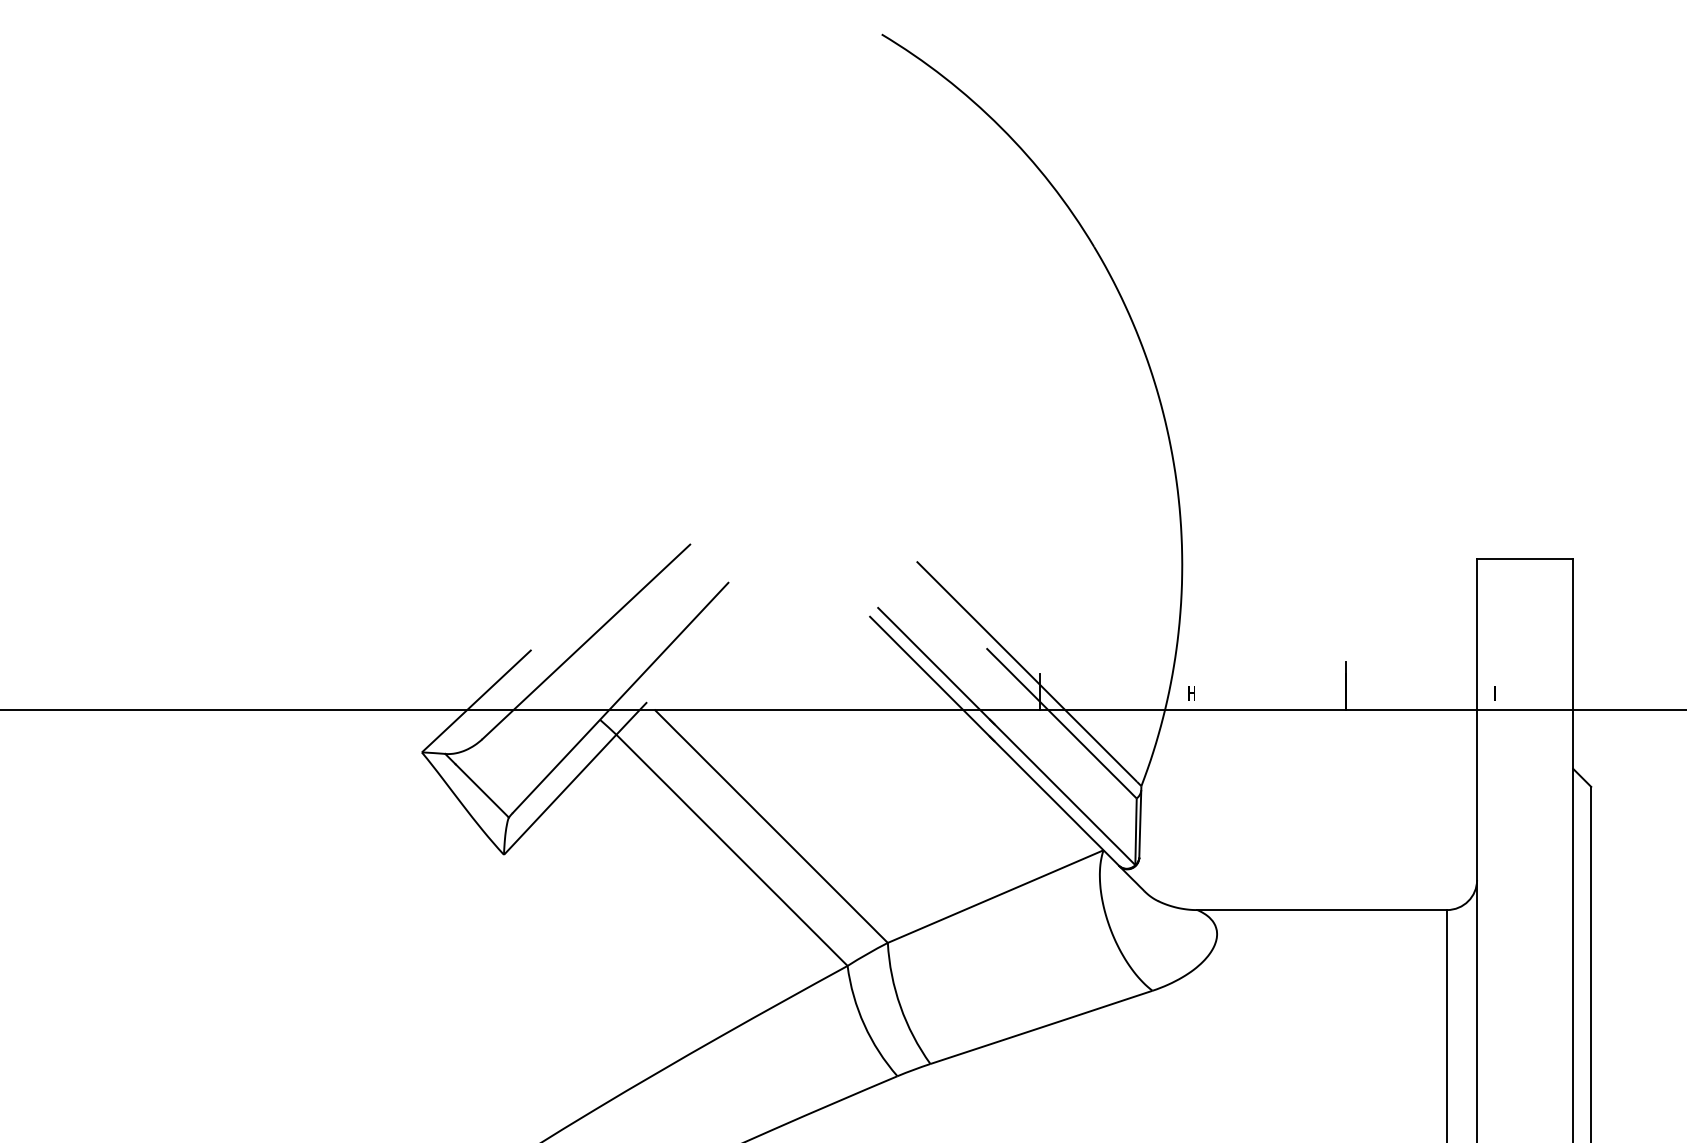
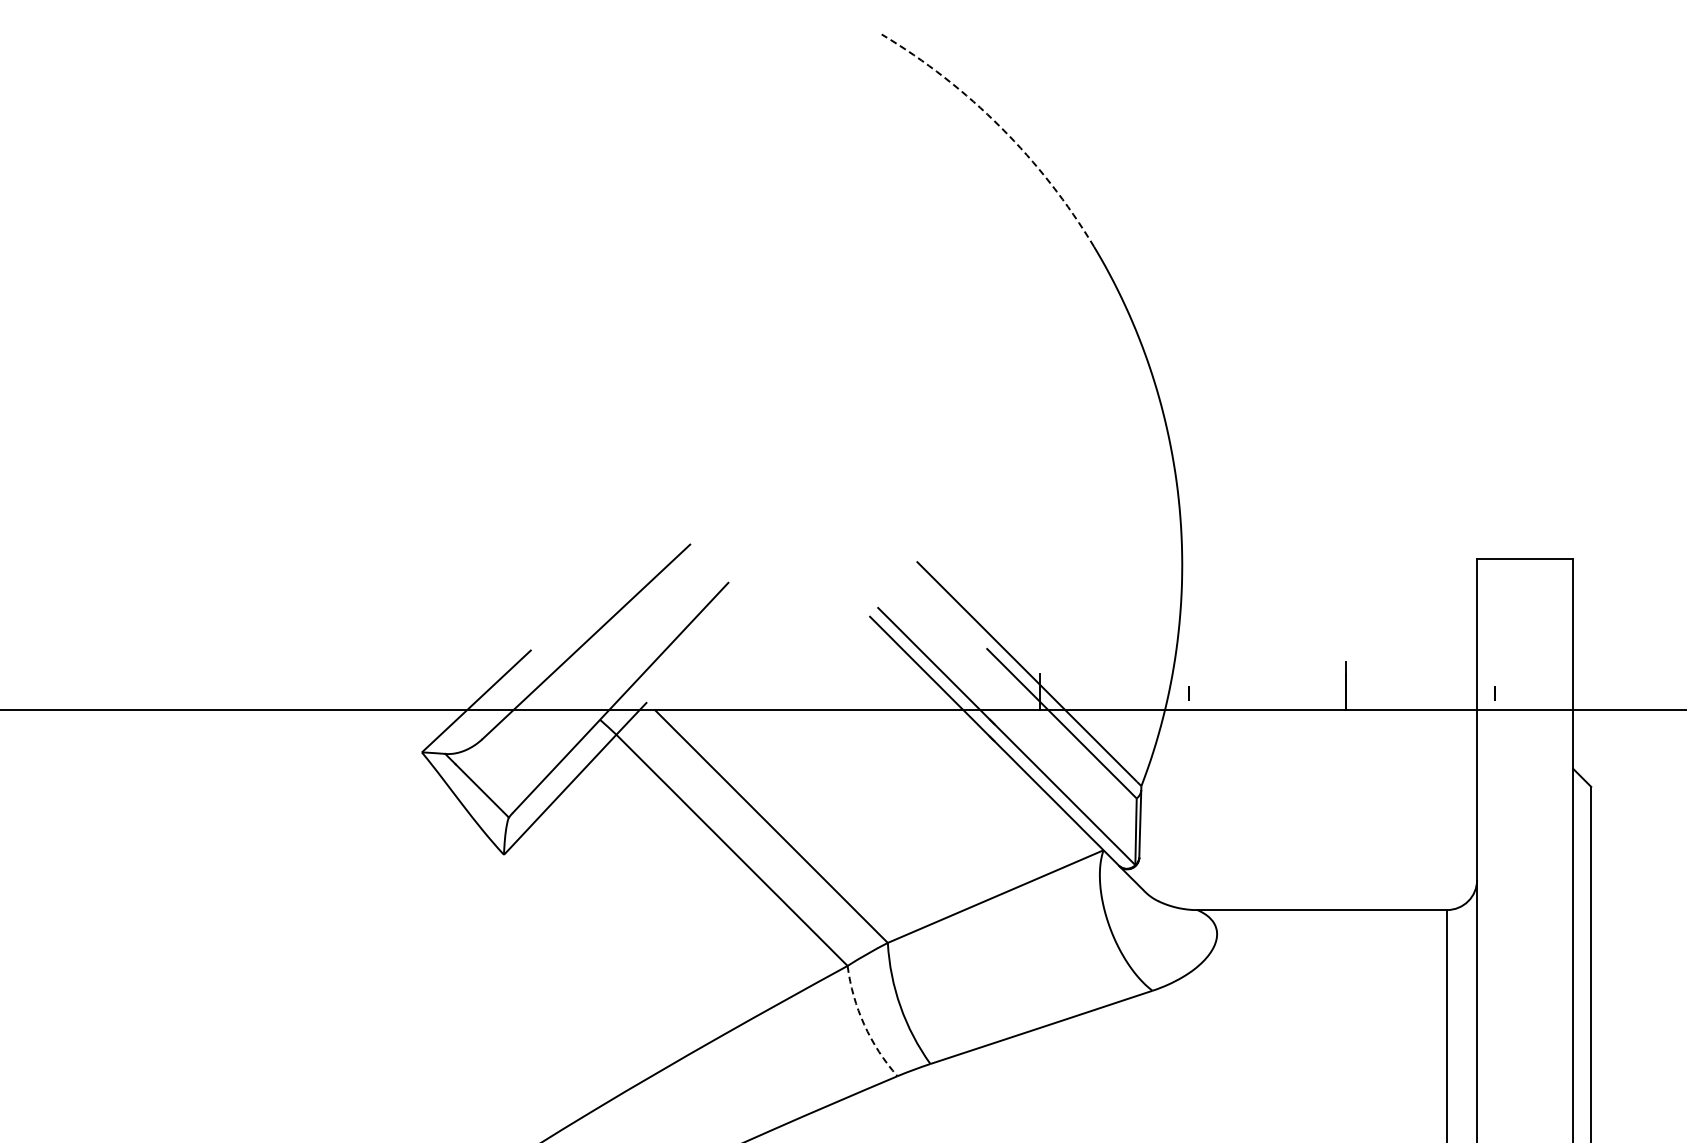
arc at (1001, 127): solid -> dashed
text at (1192, 693): H -> I
arc at (864, 1024): solid -> dashed
